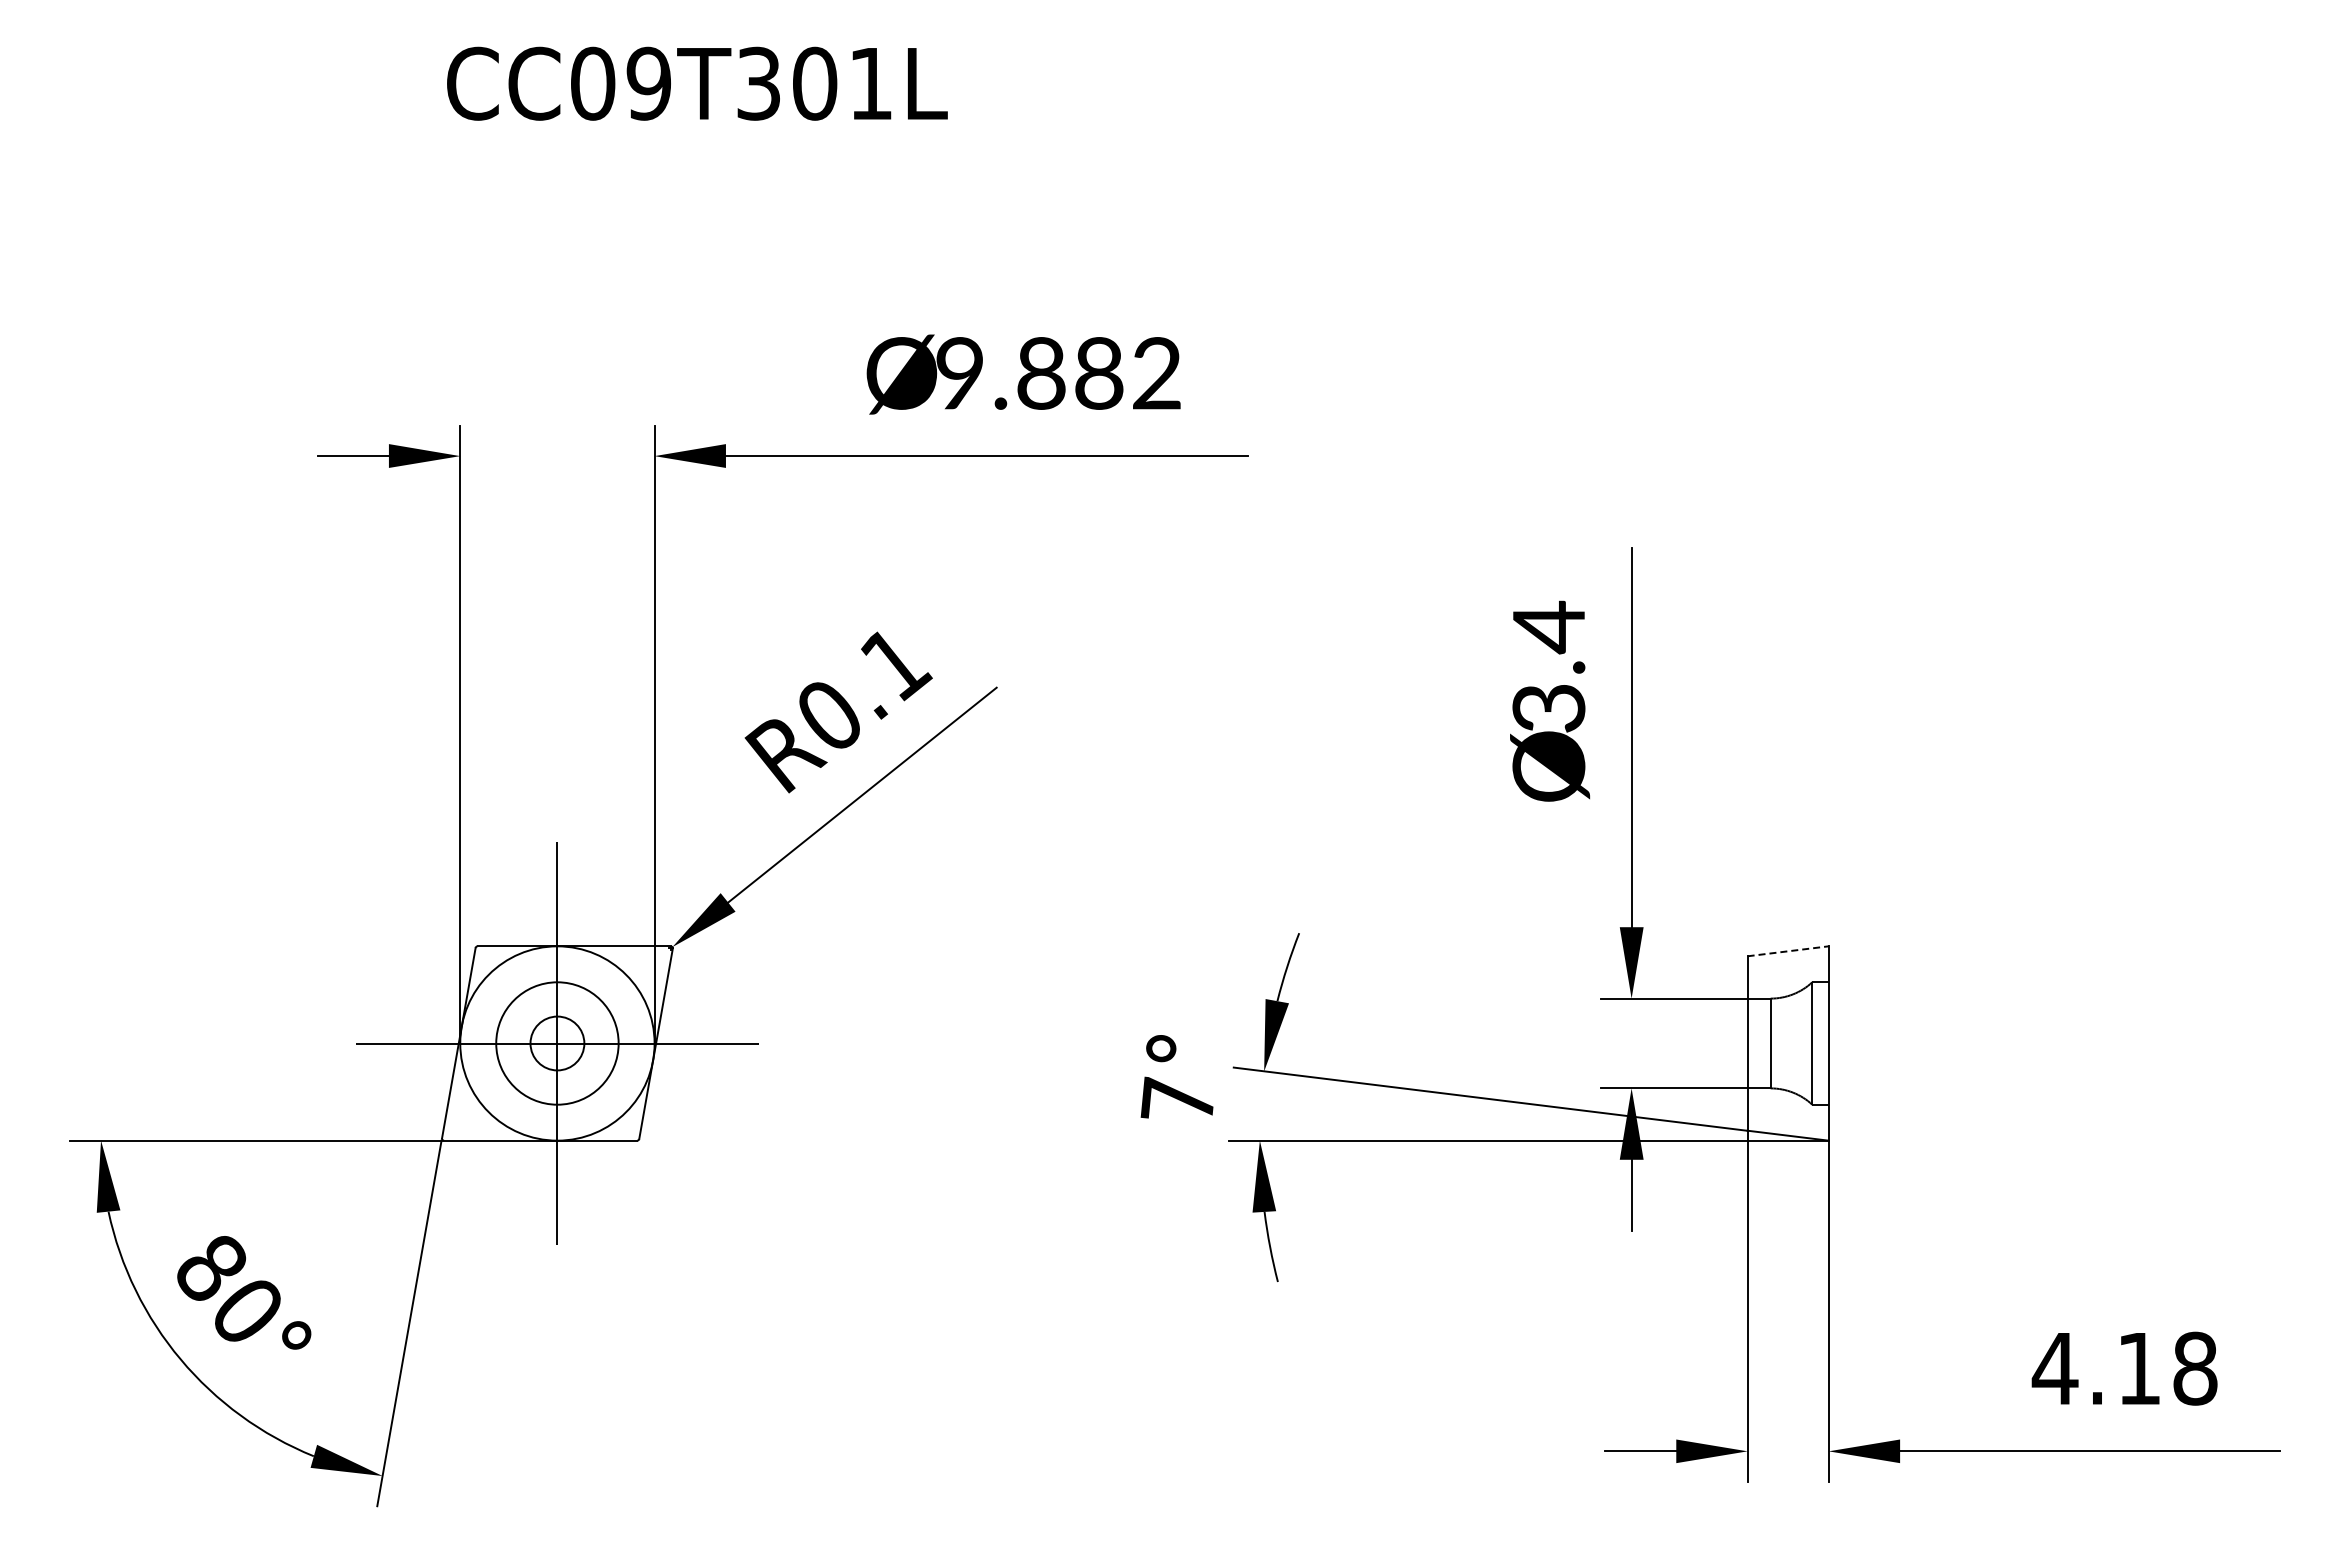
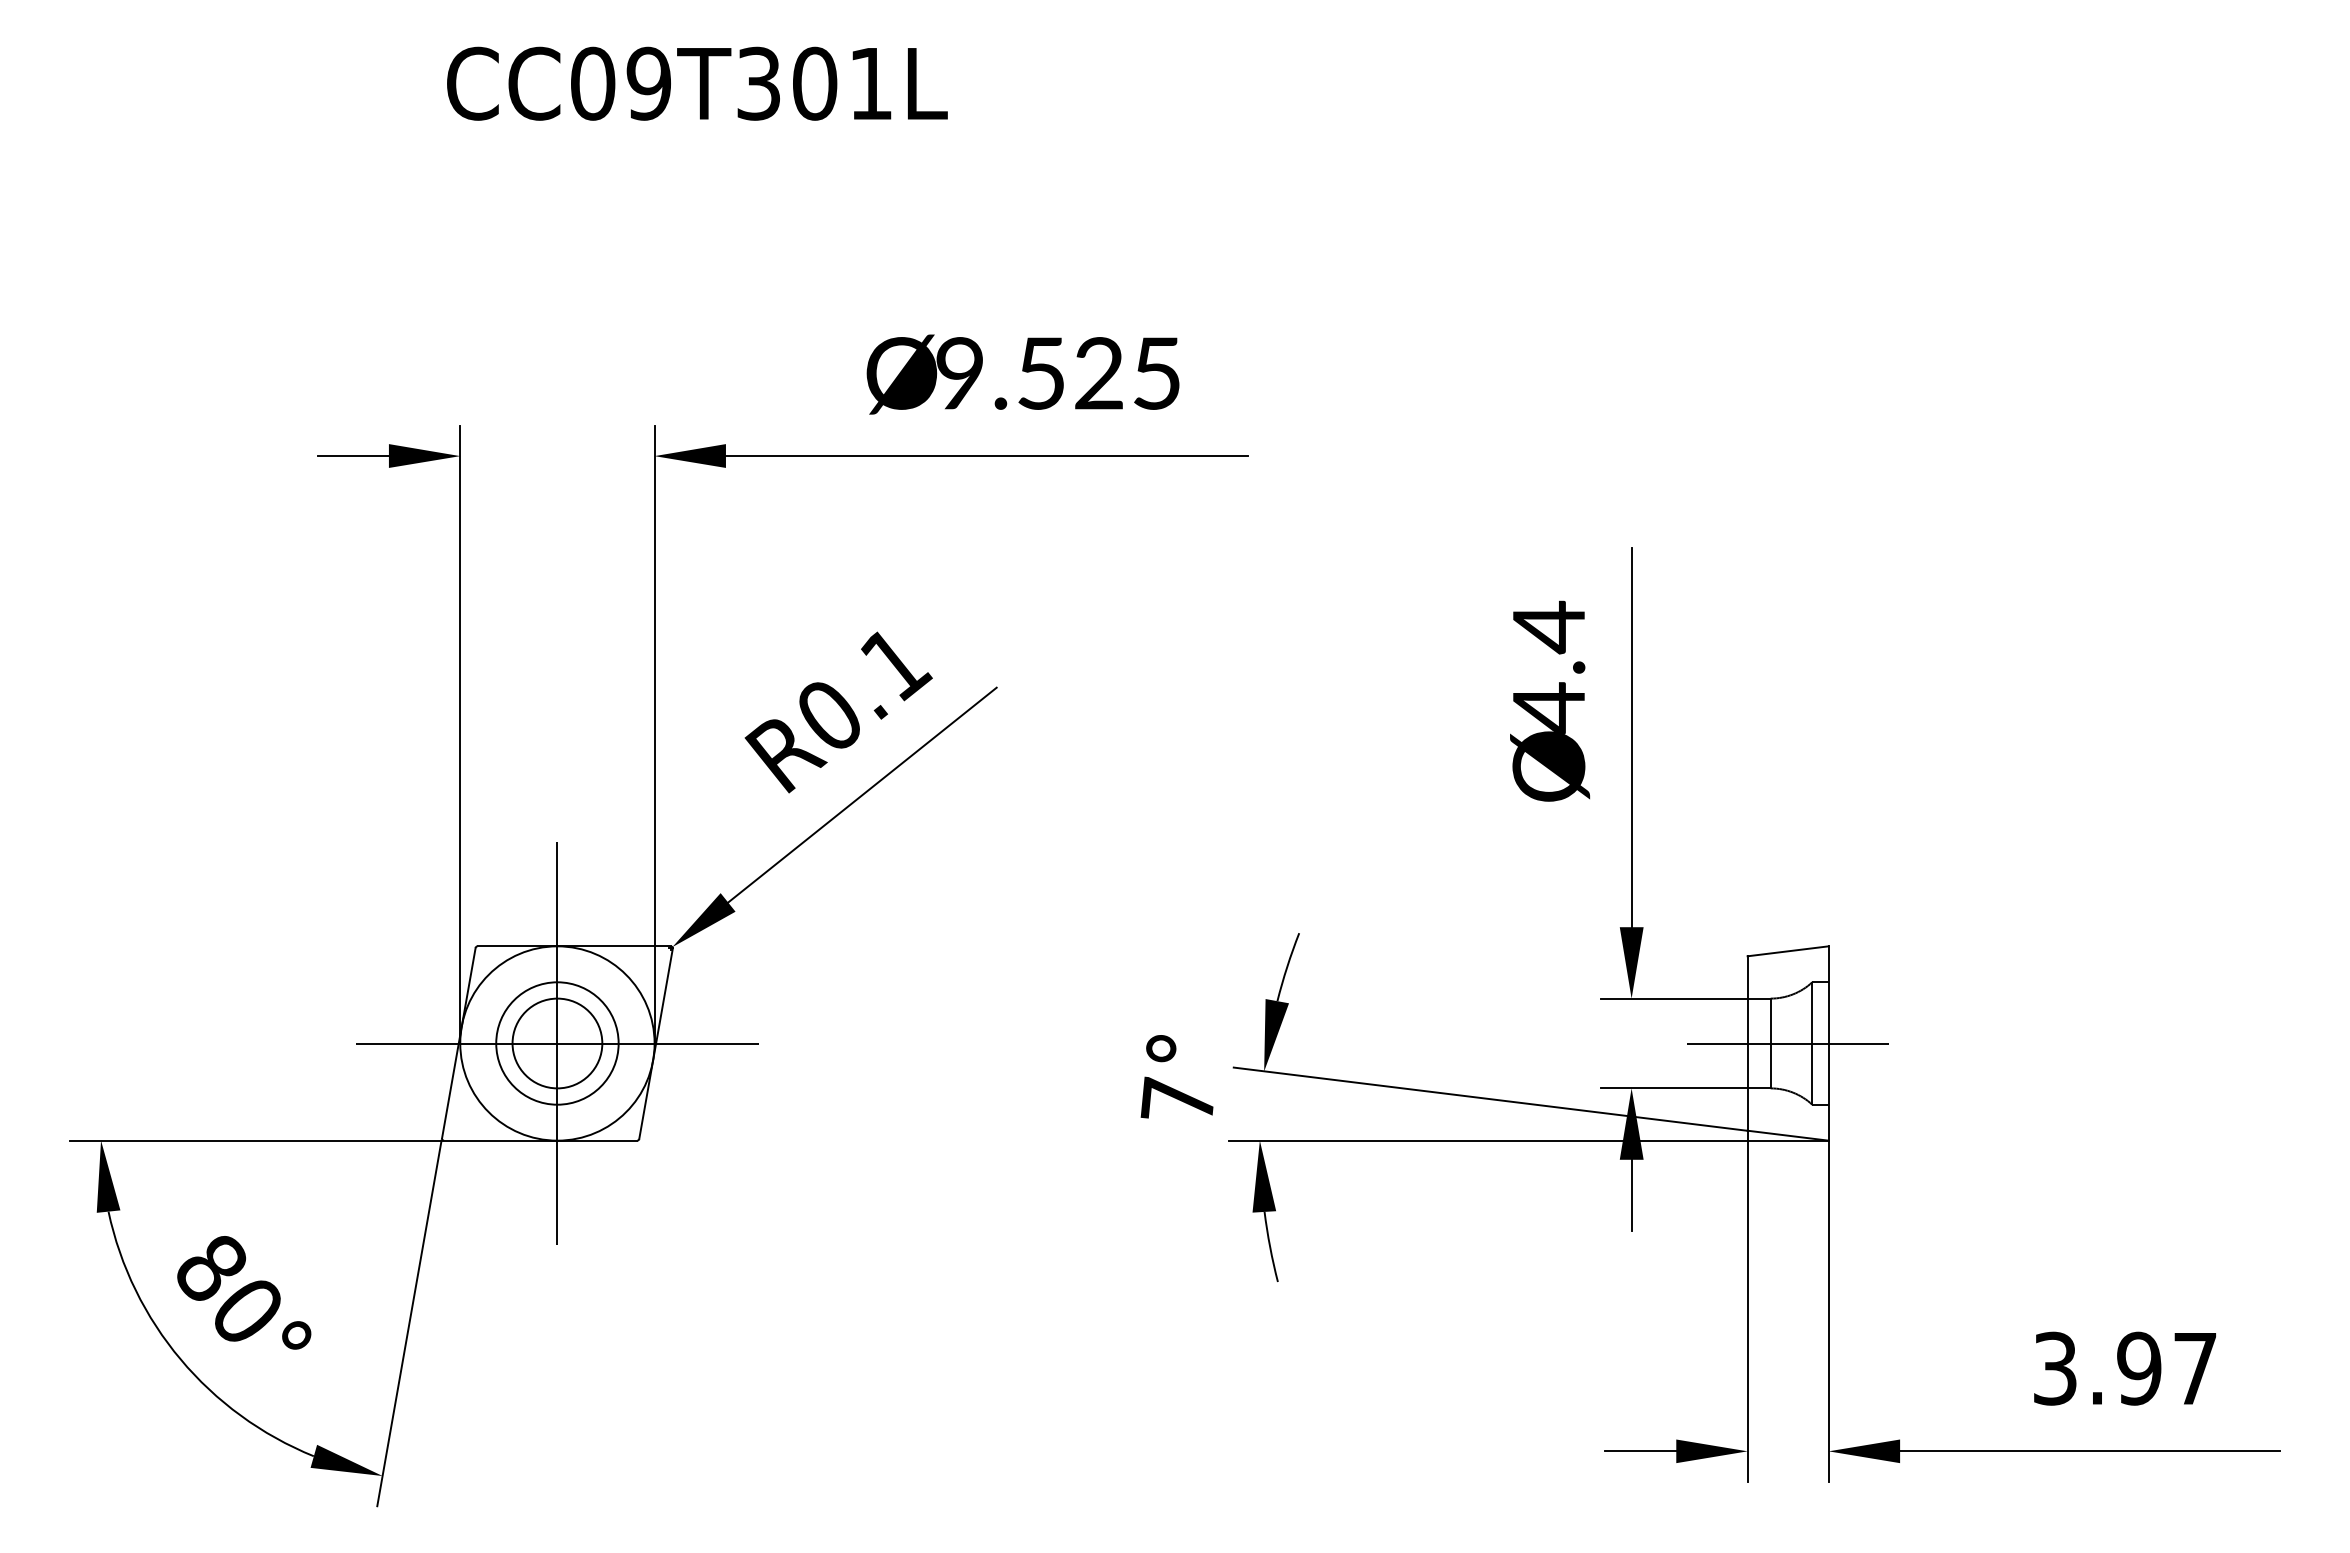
text at (1098, 373): 9.882 -> 9.525
text at (1548, 708): 3.4 -> 4.4
line at (1788, 951): dashed -> solid
circle at (557, 1043) diameter: 54 px -> 90 px
line at (1788, 1043): none -> present
text at (2124, 1368): 4.18 -> 3.97
